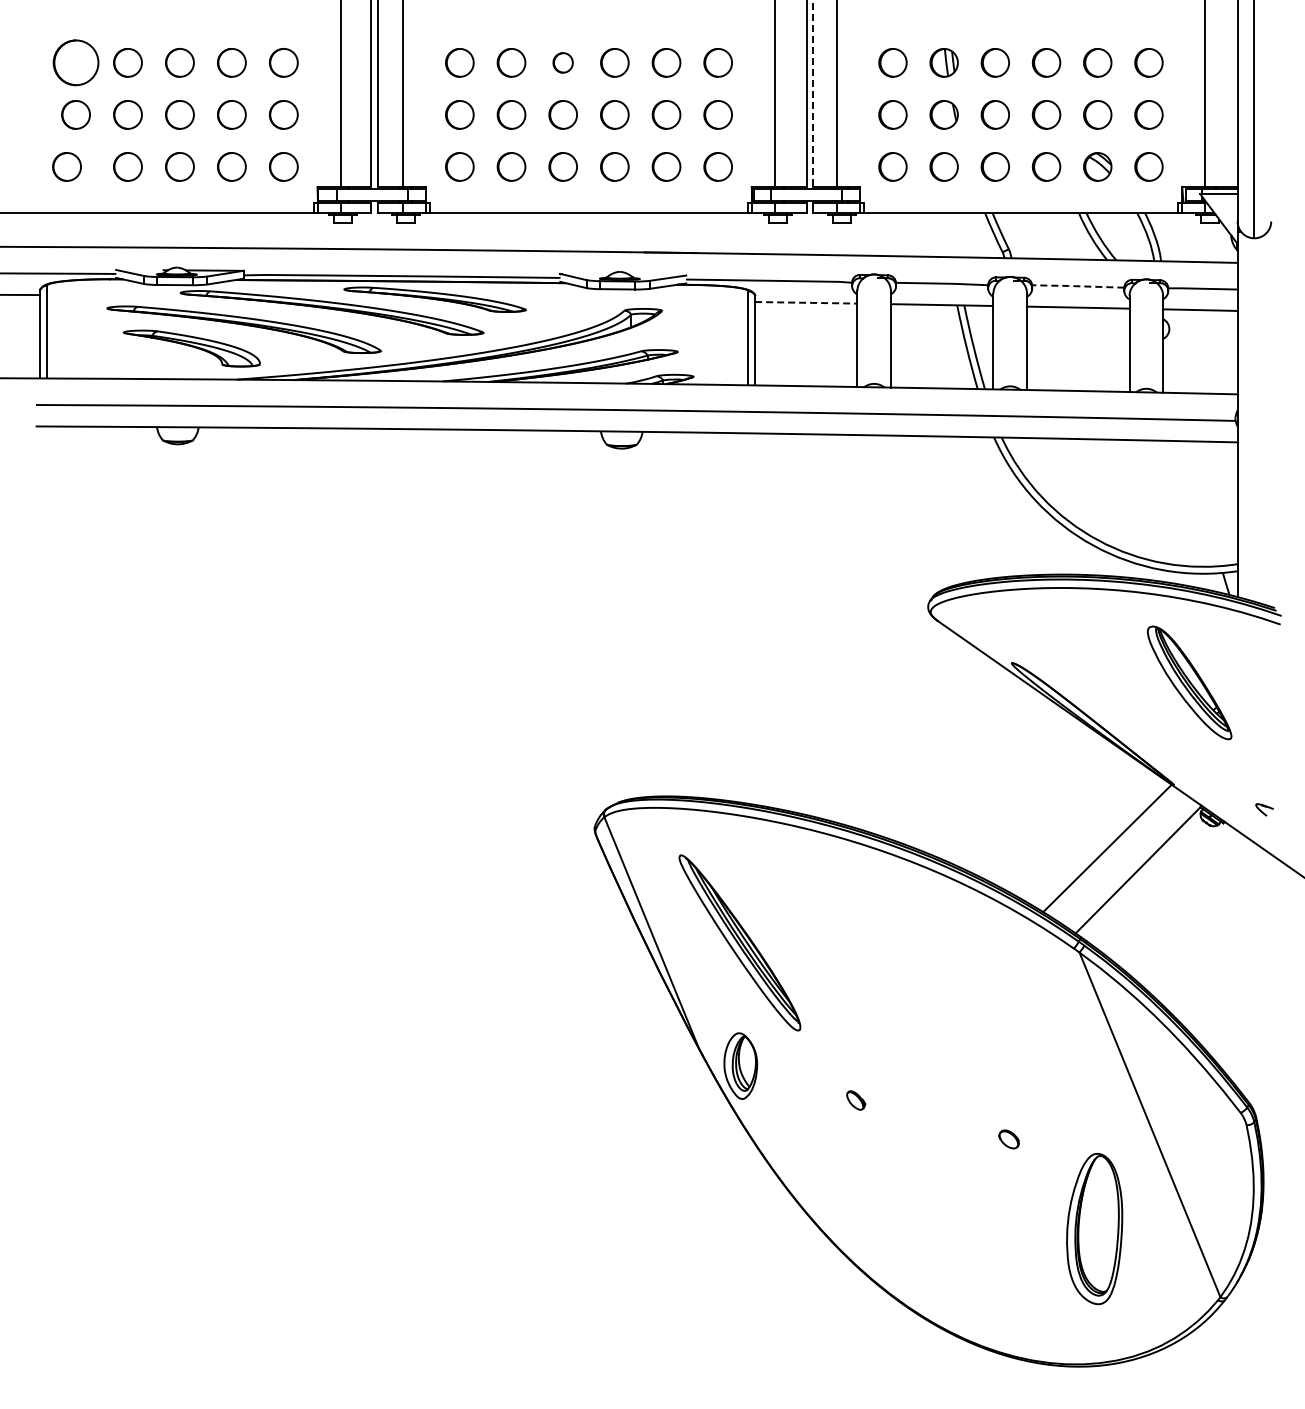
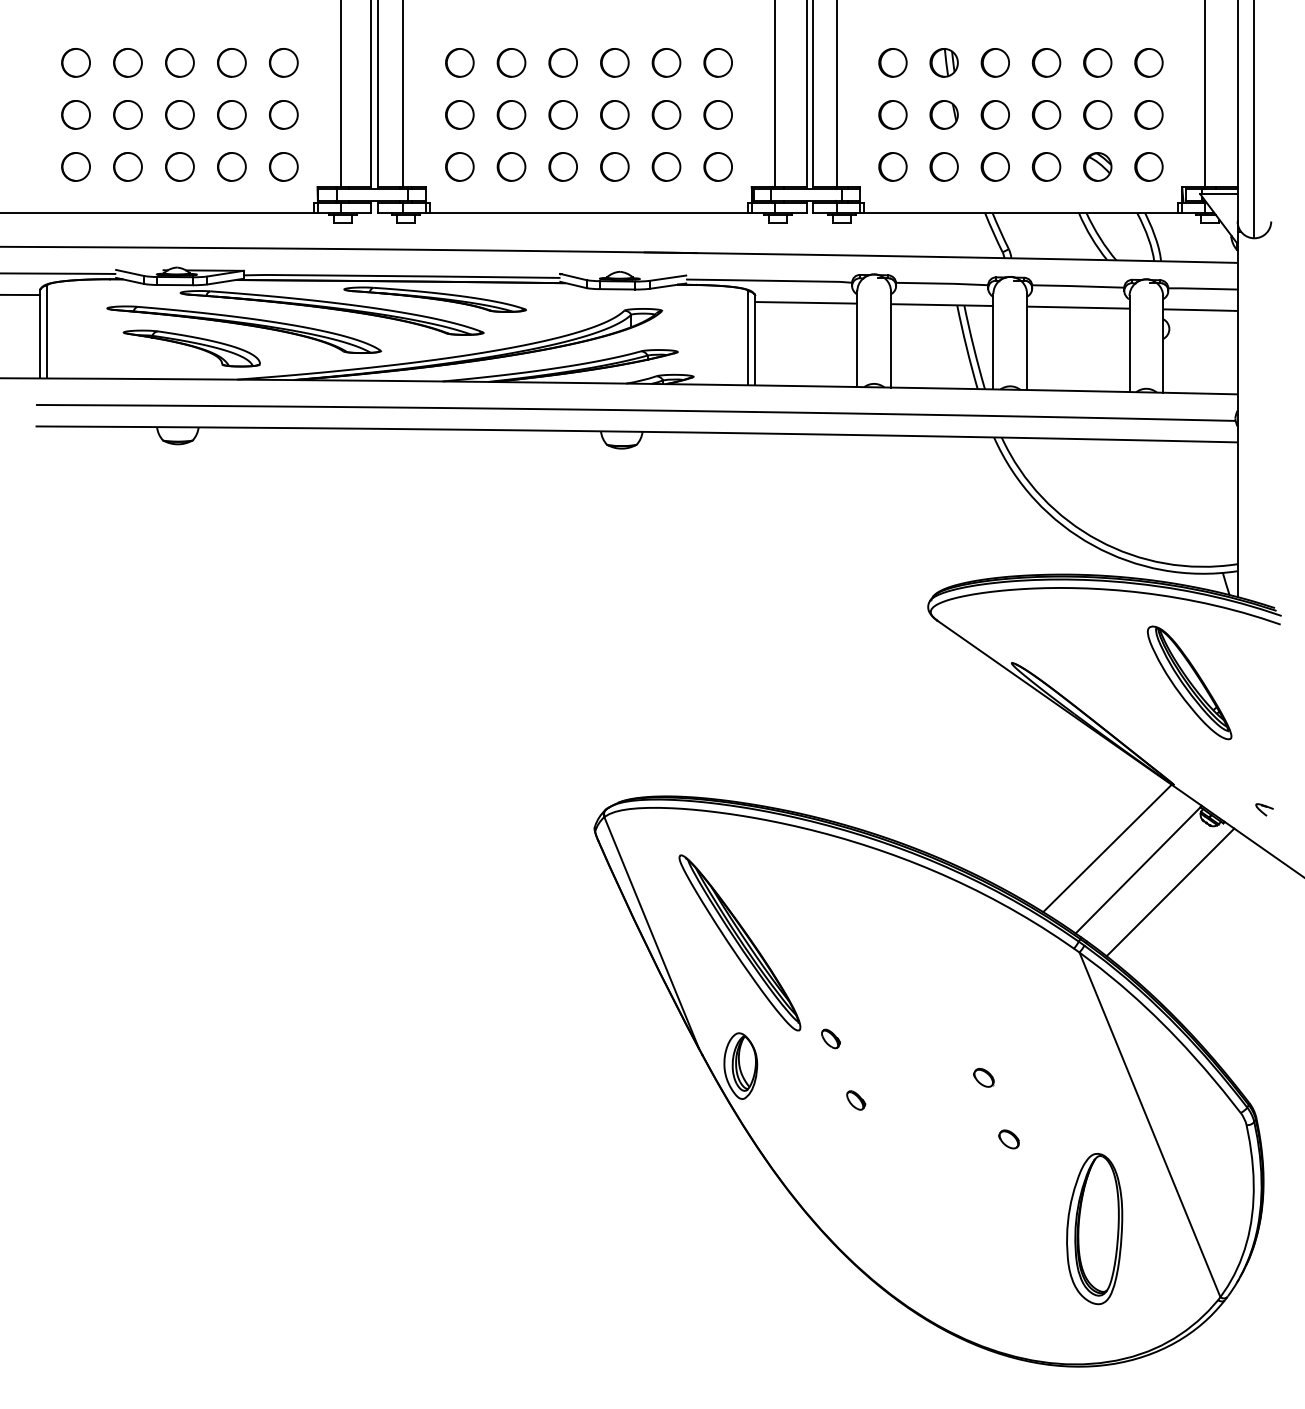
circle at (75, 62) size: 48x48 px -> 30x30 px
part at (562, 62) size: 22x22 px -> 30x30 px
line at (813, 94): dashed -> solid
circle at (66, 166) position: (66, 166) -> (75, 166)
line at (1077, 286): dashed -> solid
line at (806, 302): dashed -> solid
line at (1170, 892): none -> present
part at (830, 1038): none -> present
part at (983, 1077): none -> present
